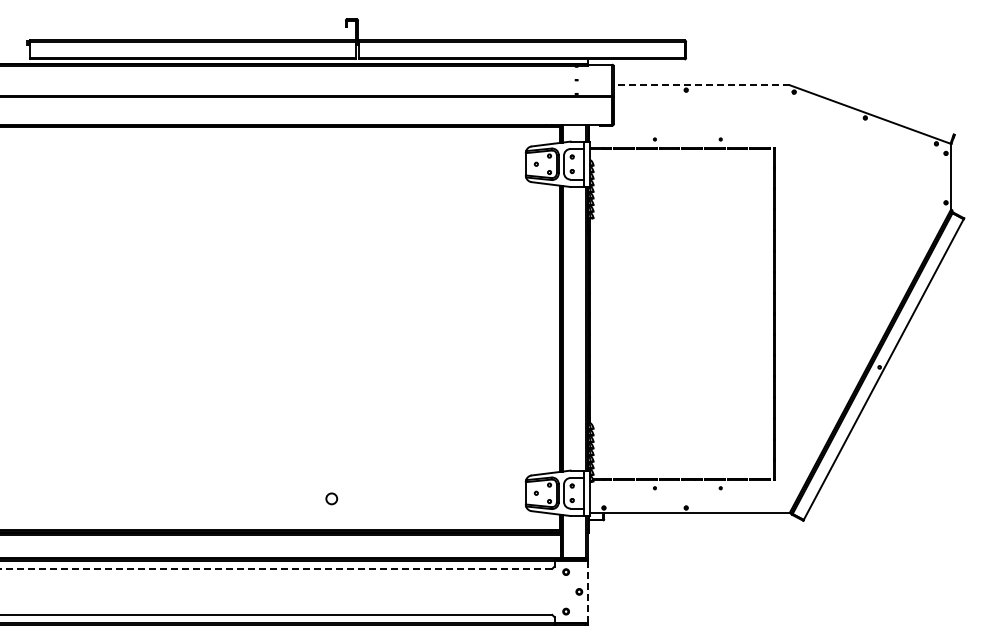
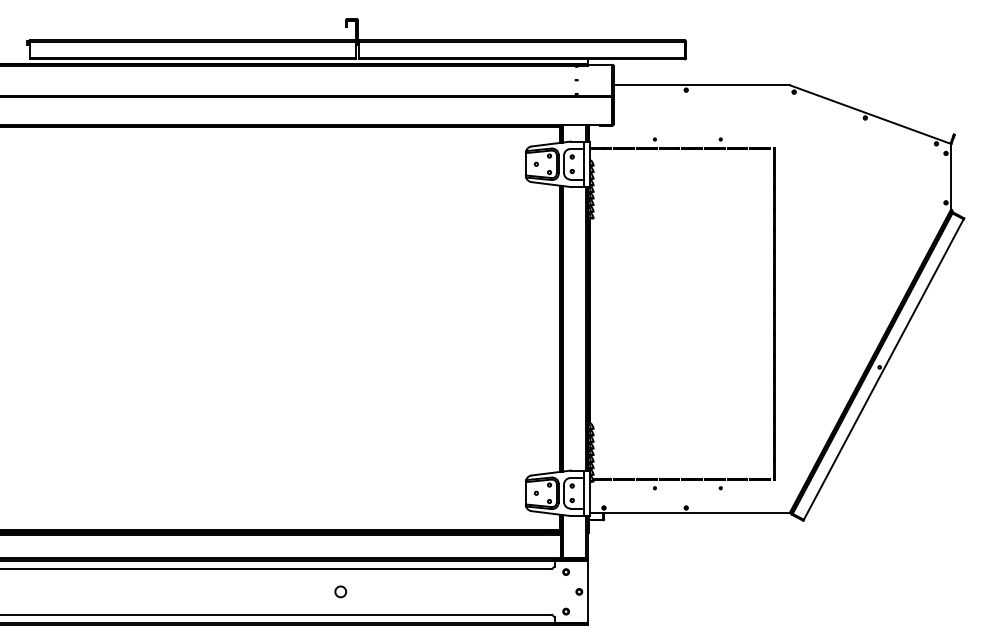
line at (701, 85): dashed -> solid
circle at (331, 498) position: (331, 498) -> (340, 591)
line at (276, 568): dashed -> solid
line at (587, 591): dashed -> solid
